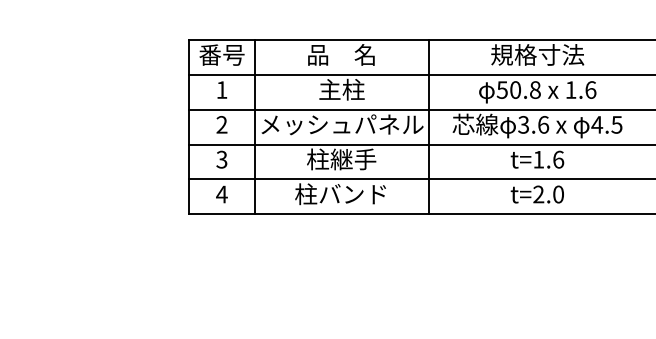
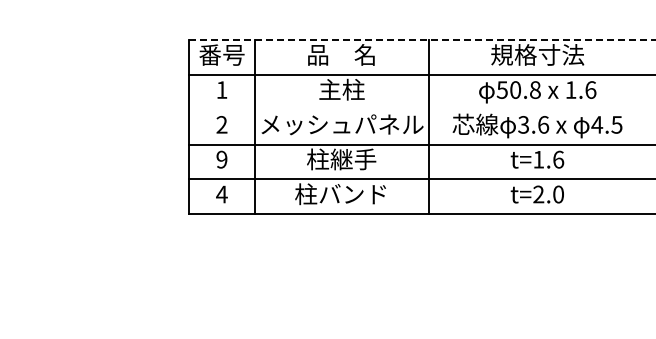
line at (422, 40): solid -> dashed
line at (420, 109): present -> none
text at (221, 159): 3 -> 9
